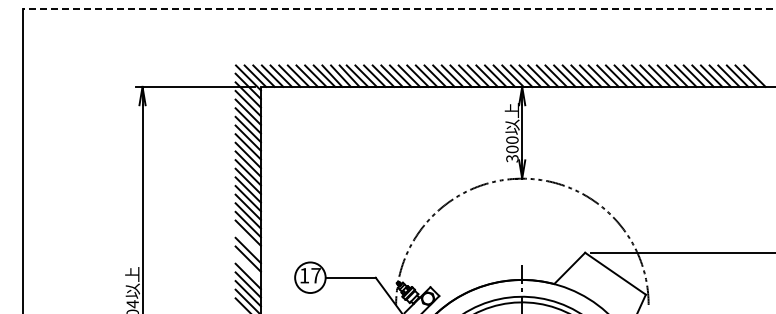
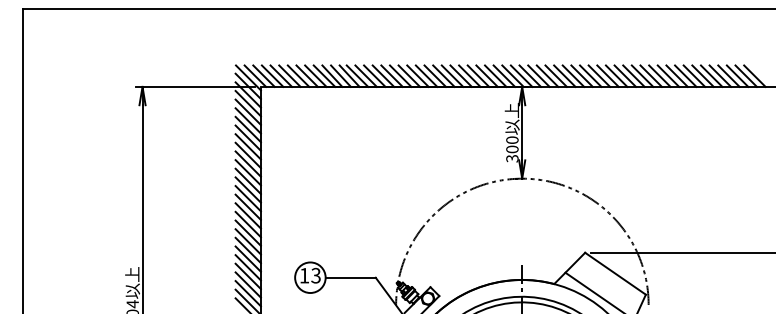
line at (399, 9): dashed -> solid
line at (247, 241): none -> present
line at (247, 267): none -> present
text at (315, 275): 17 -> 13
line at (592, 291): none -> present
